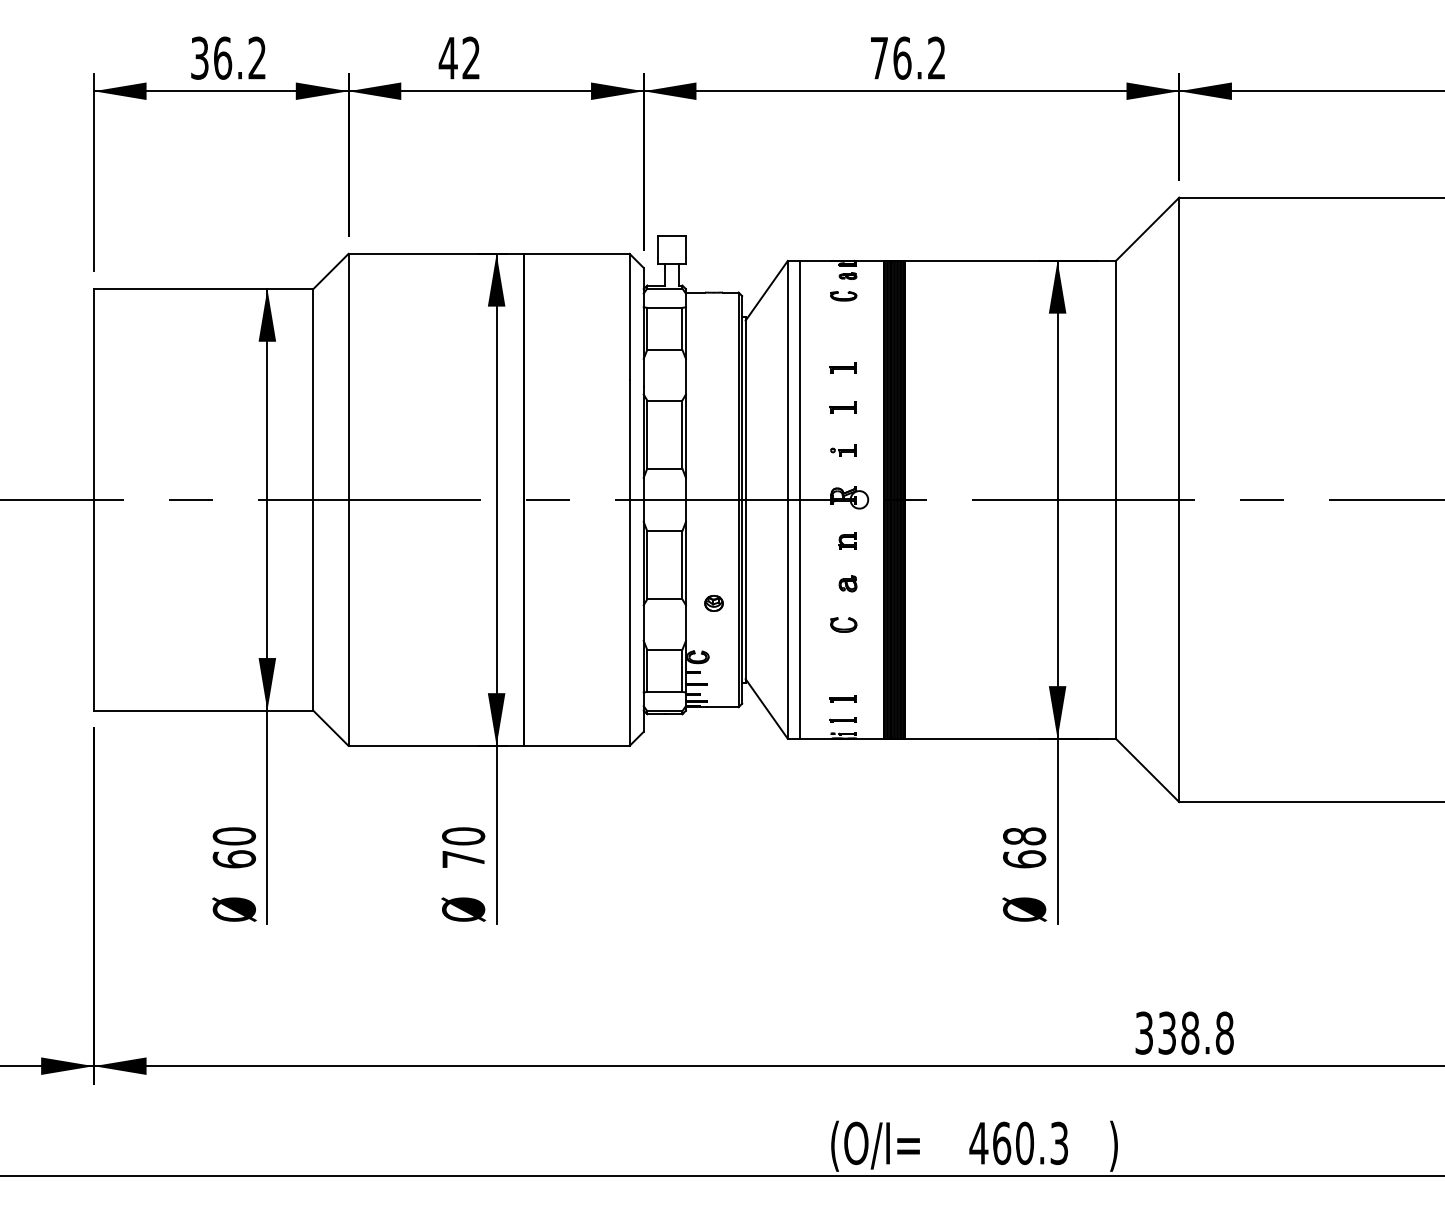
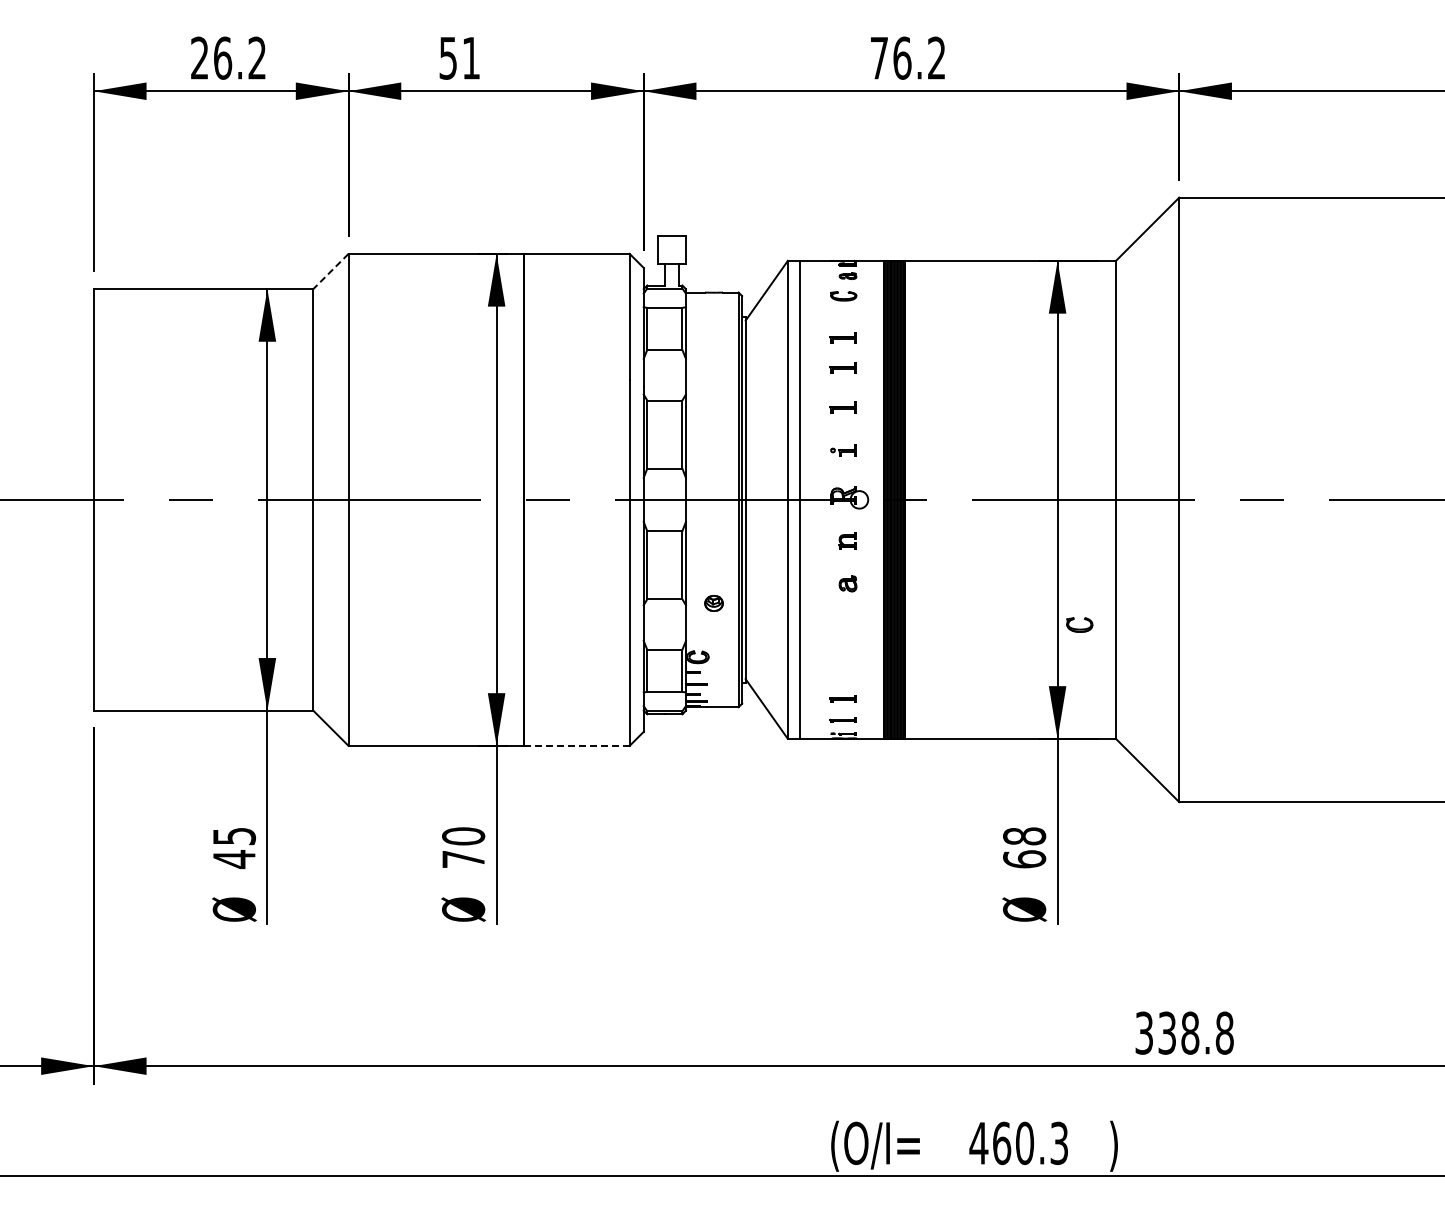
text at (458, 57): 42 -> 51
text at (199, 58): 36.2 -> 26.2
line at (330, 271): solid -> dashed
part at (842, 337): none -> present
part at (843, 624) position: (843, 624) -> (1079, 624)
line at (576, 745): solid -> dashed
text at (234, 848): 60 -> 45
